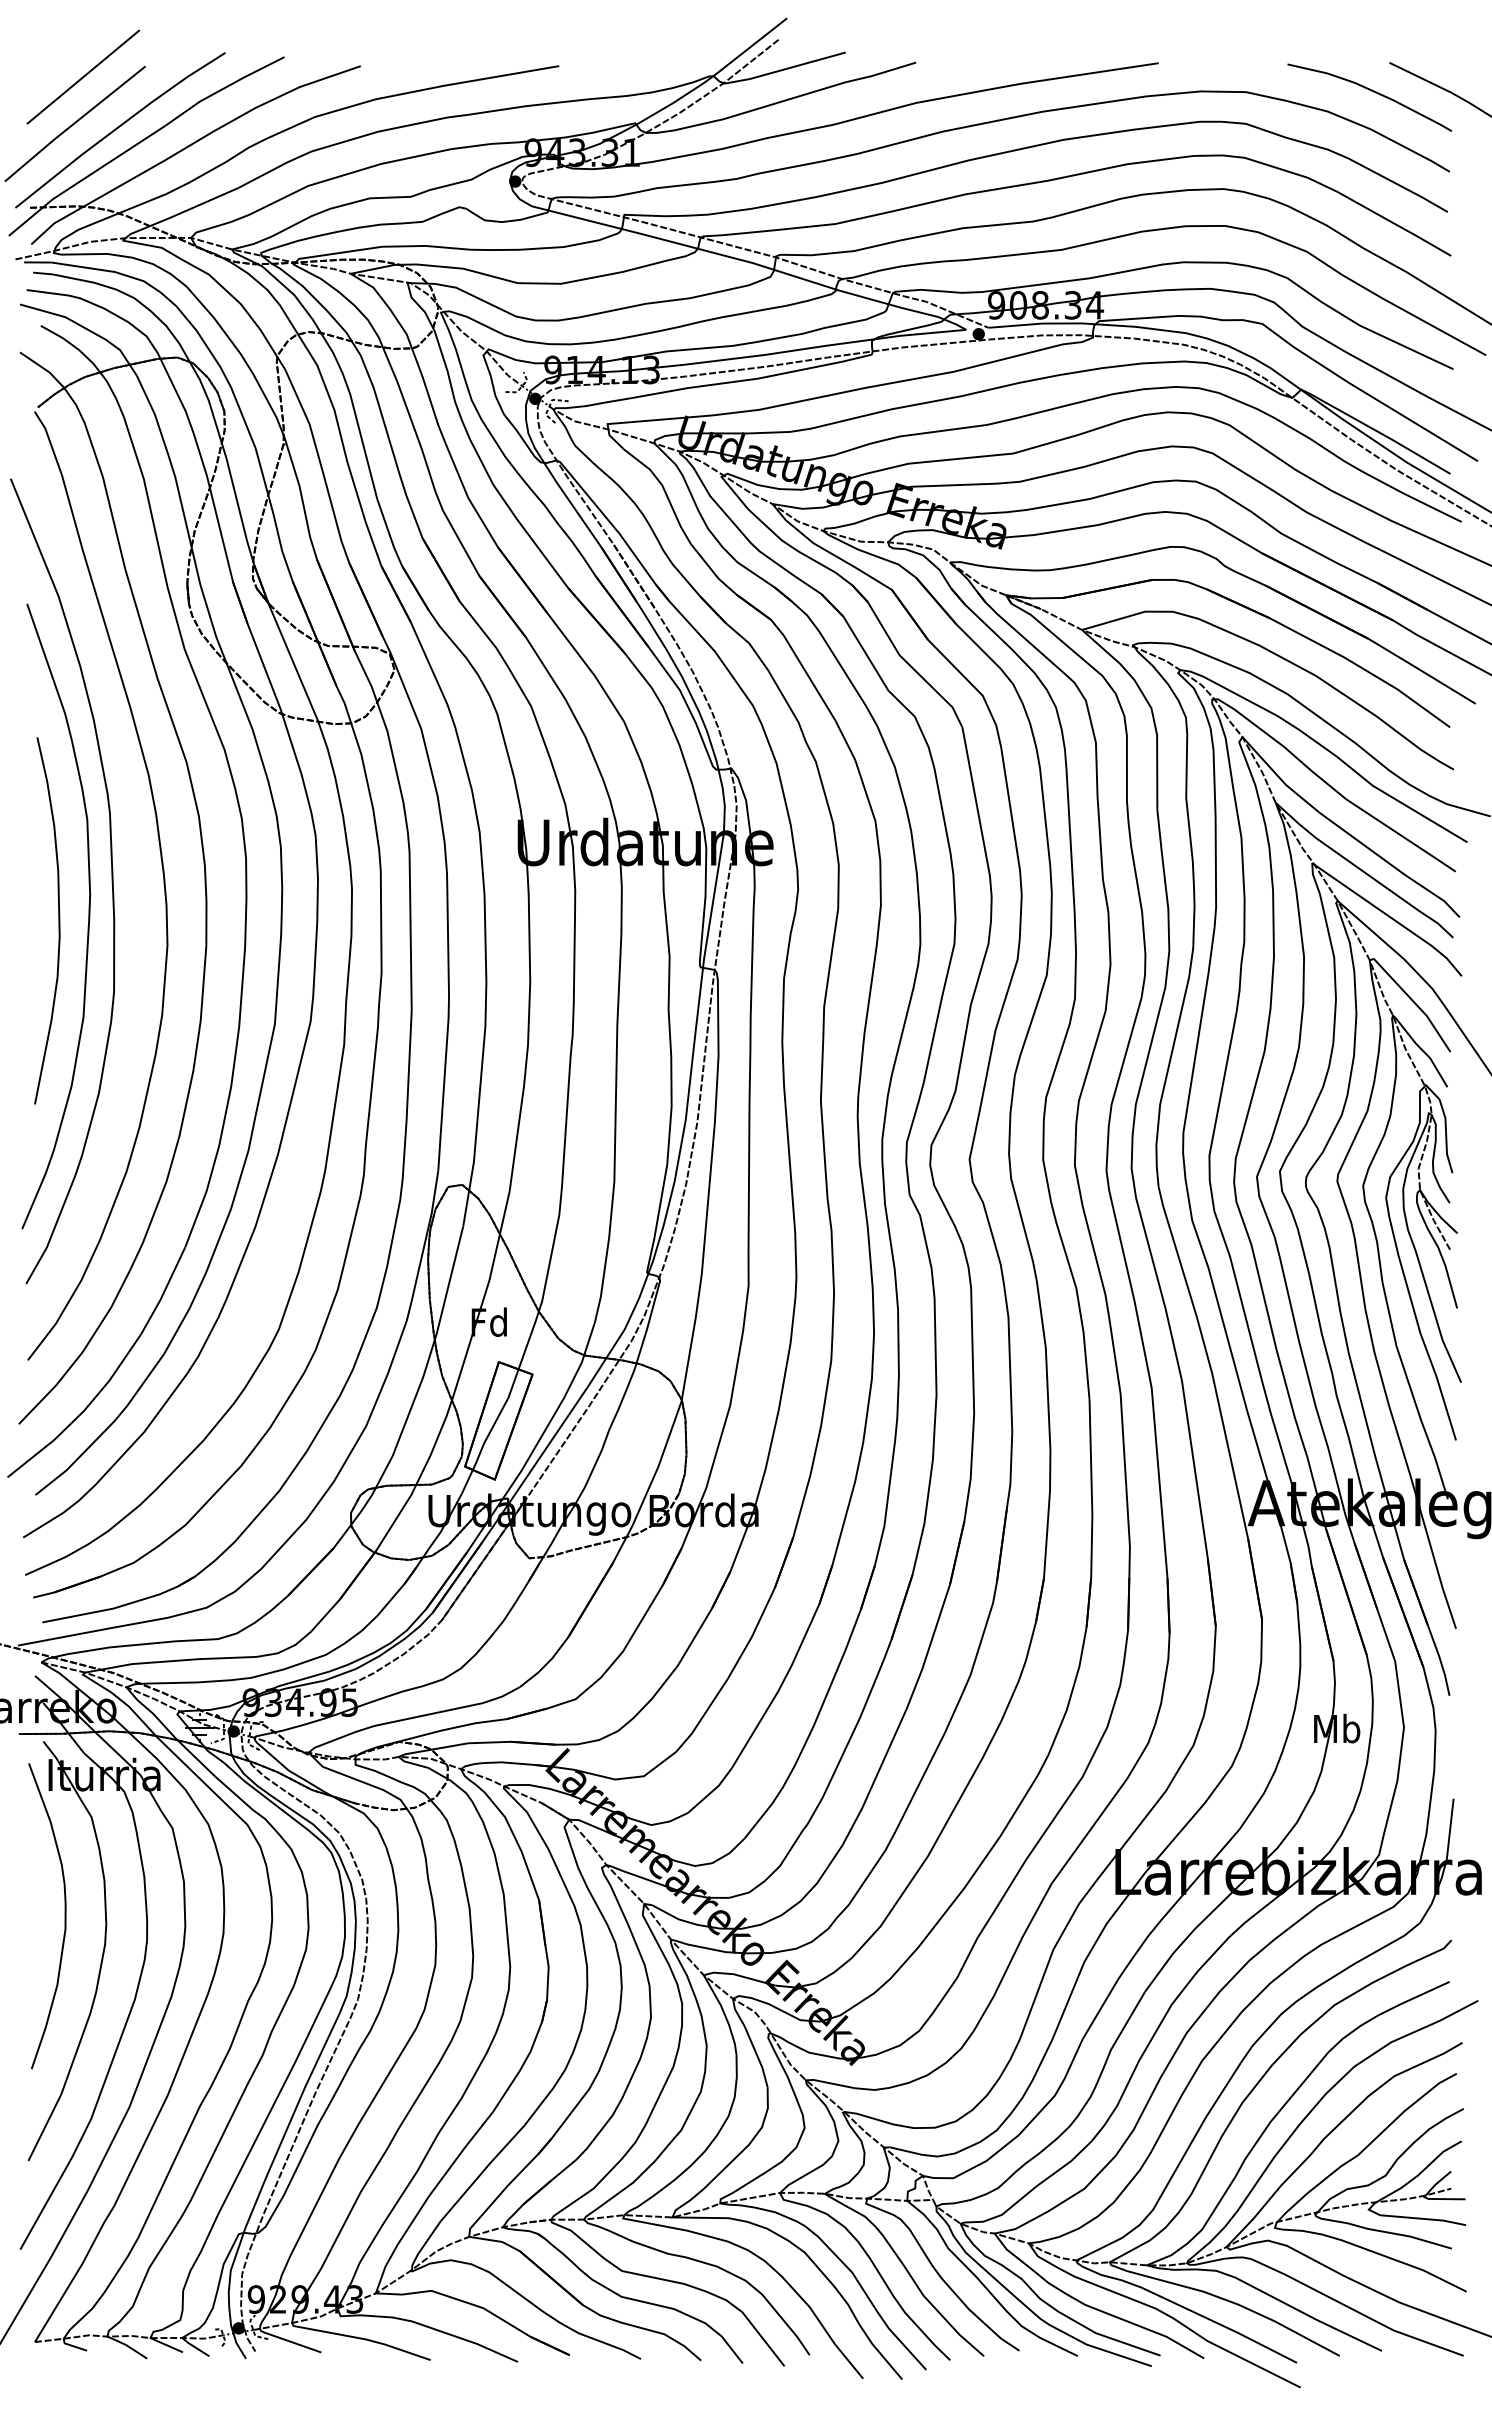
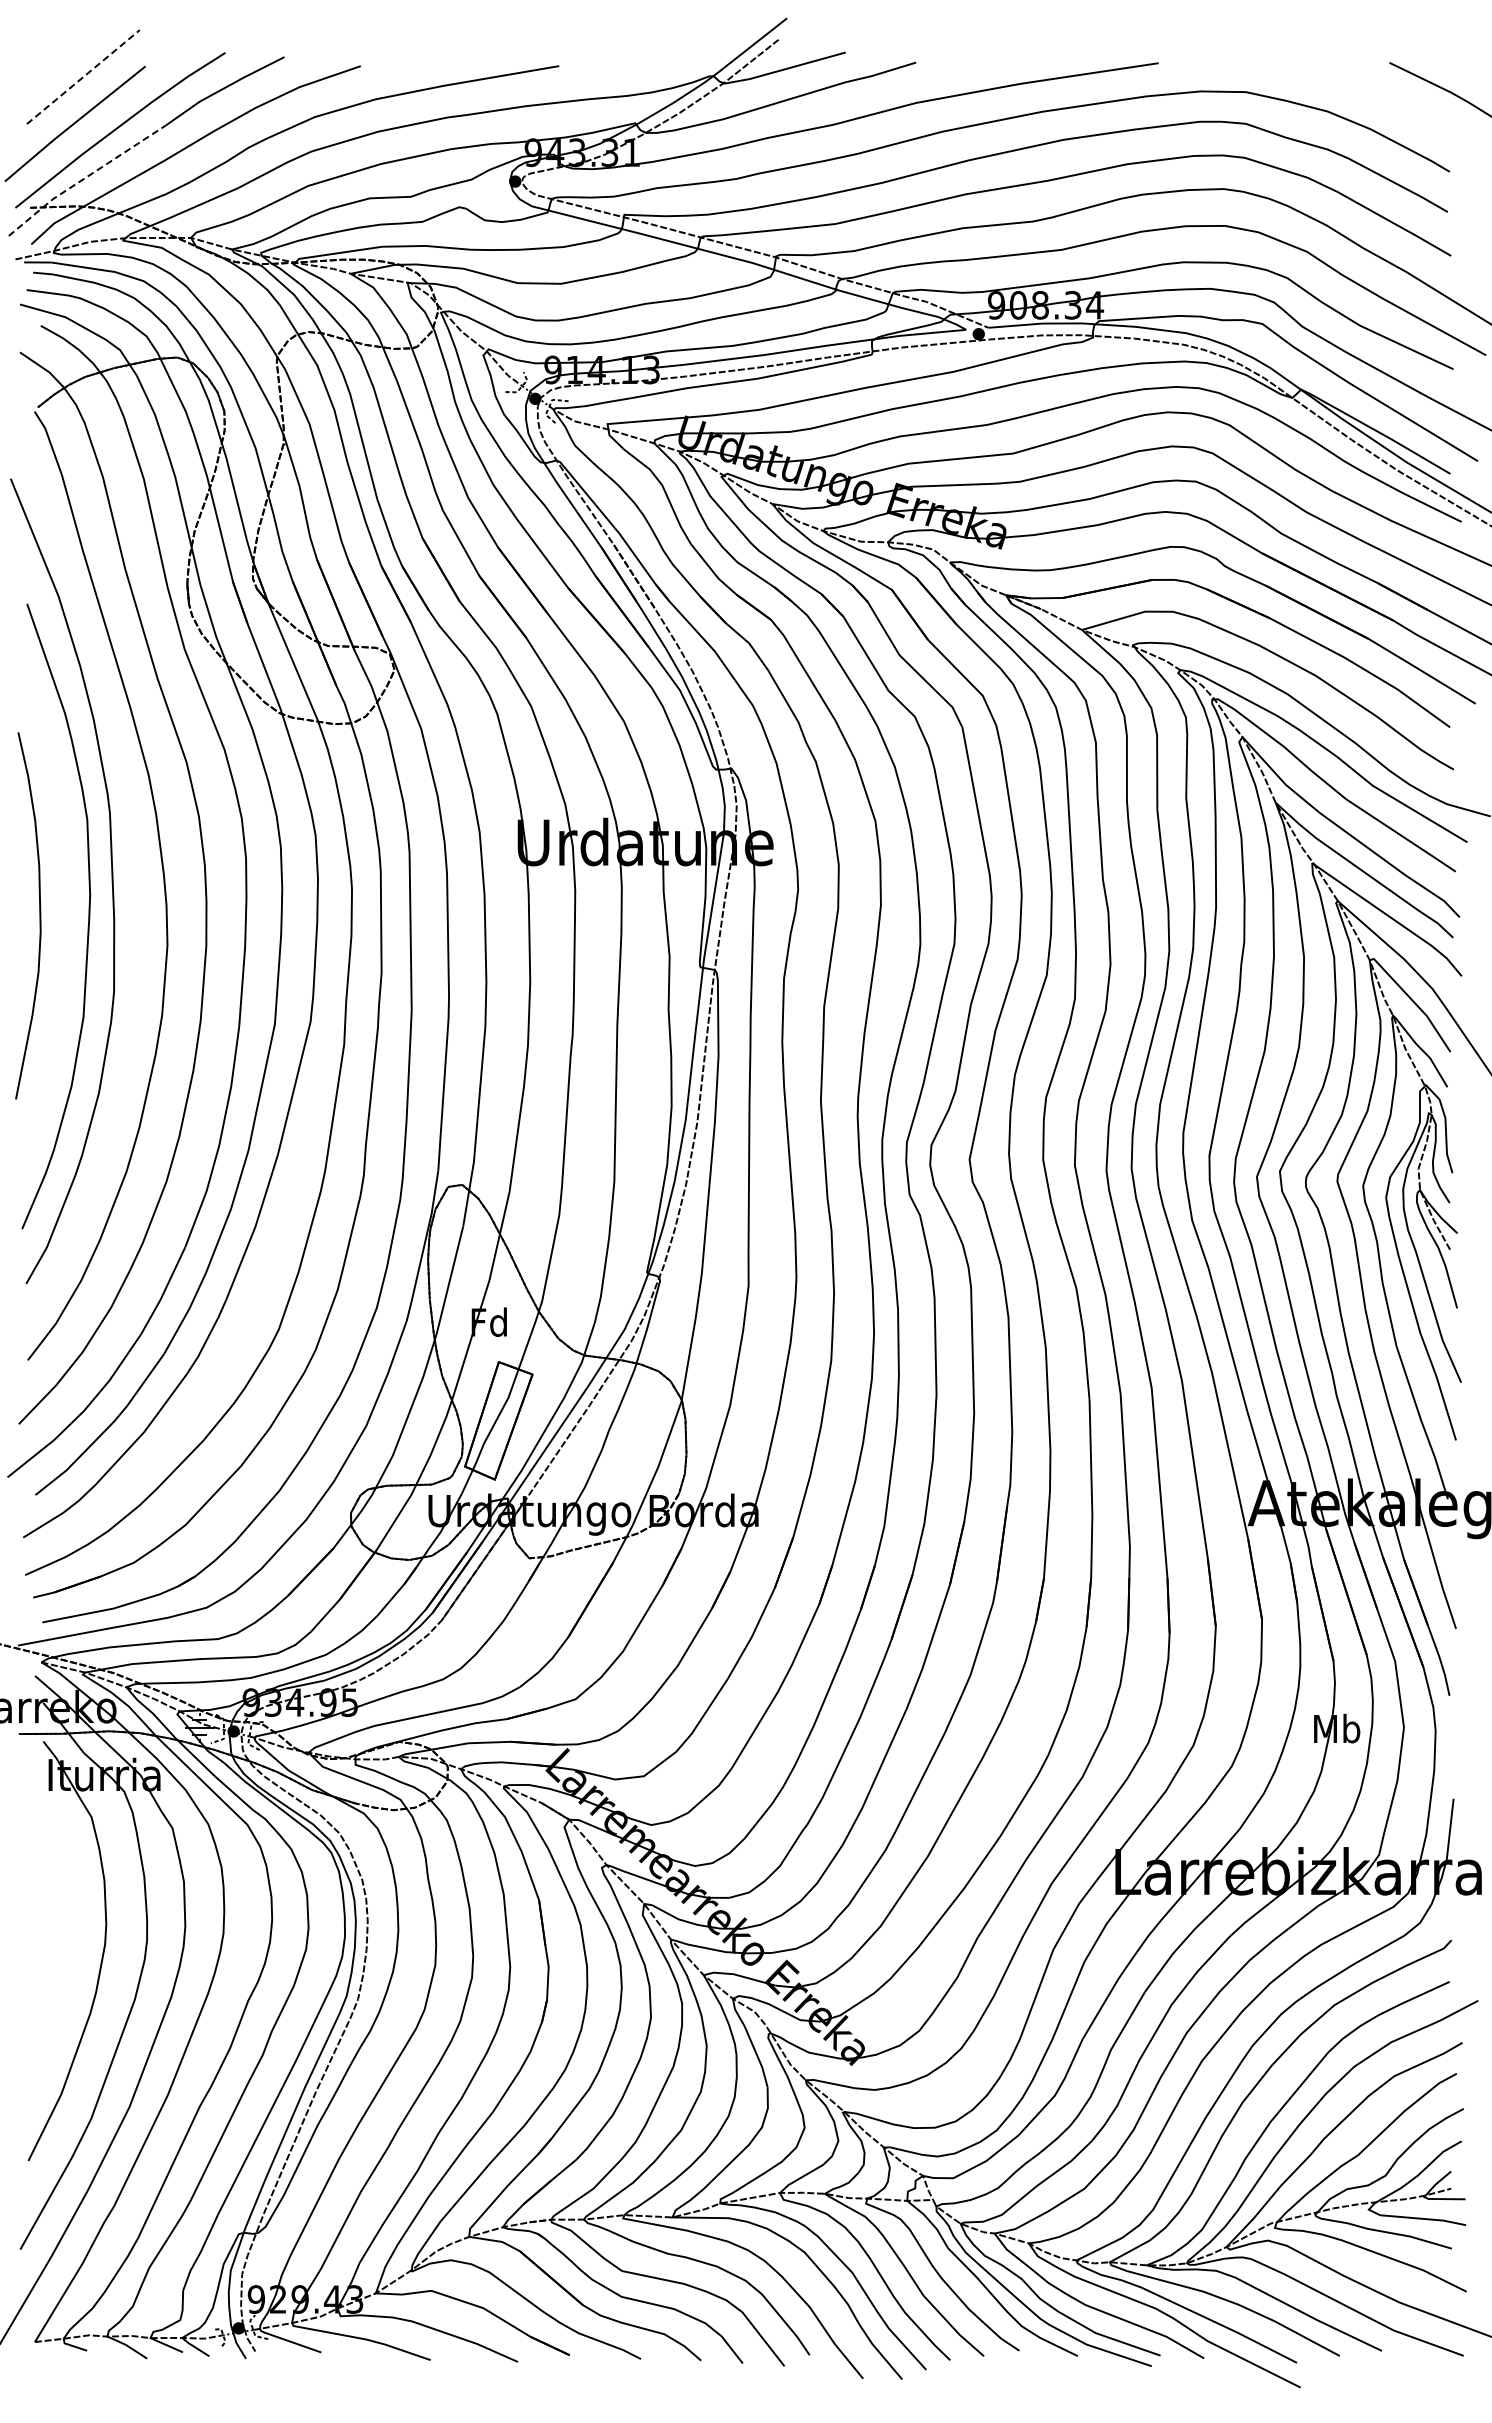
line at (83, 76): solid -> dashed
curve at (1371, 91): present -> none
line at (84, 178): solid -> dashed
curve at (58, 920) position: (58, 920) -> (39, 915)
curve at (64, 1916): present -> none
